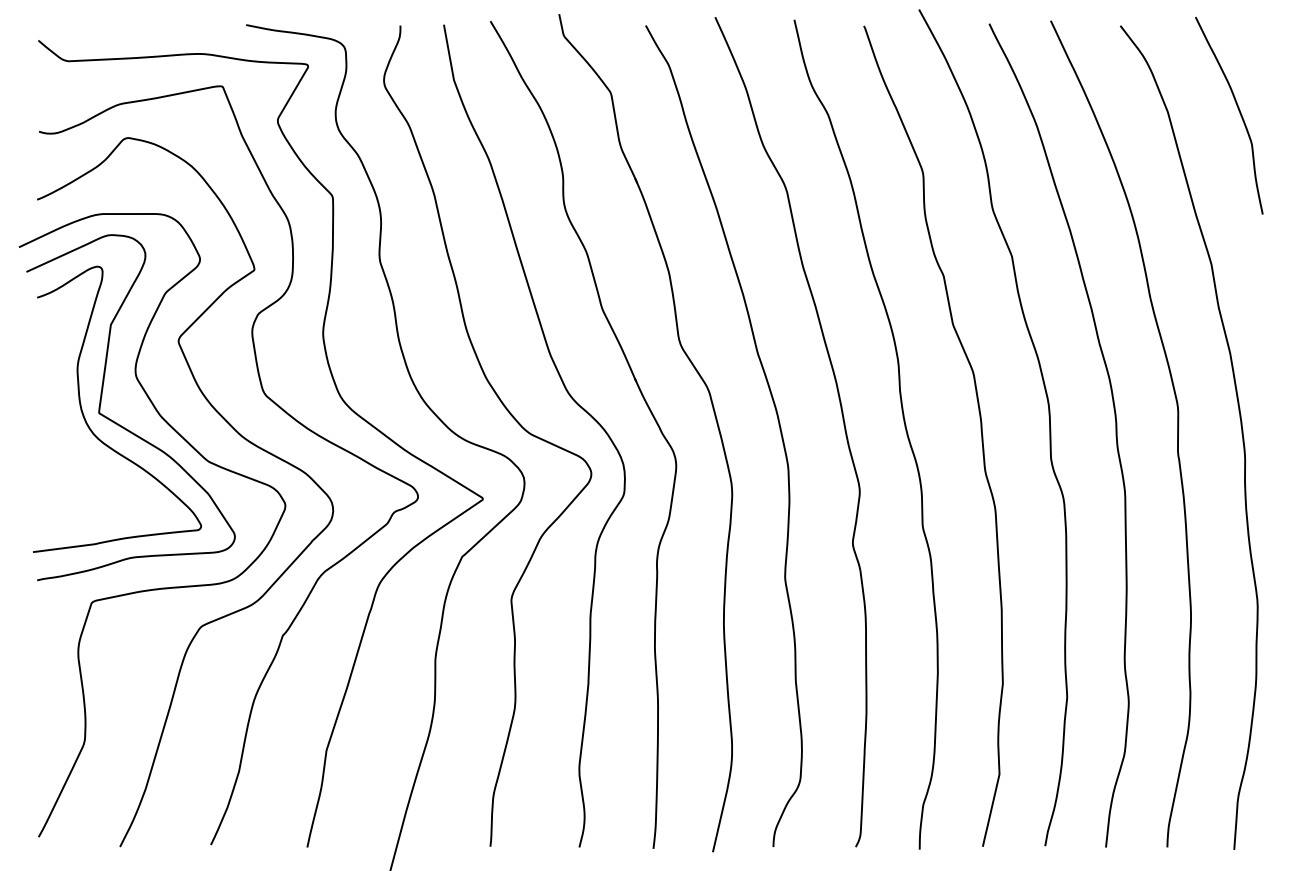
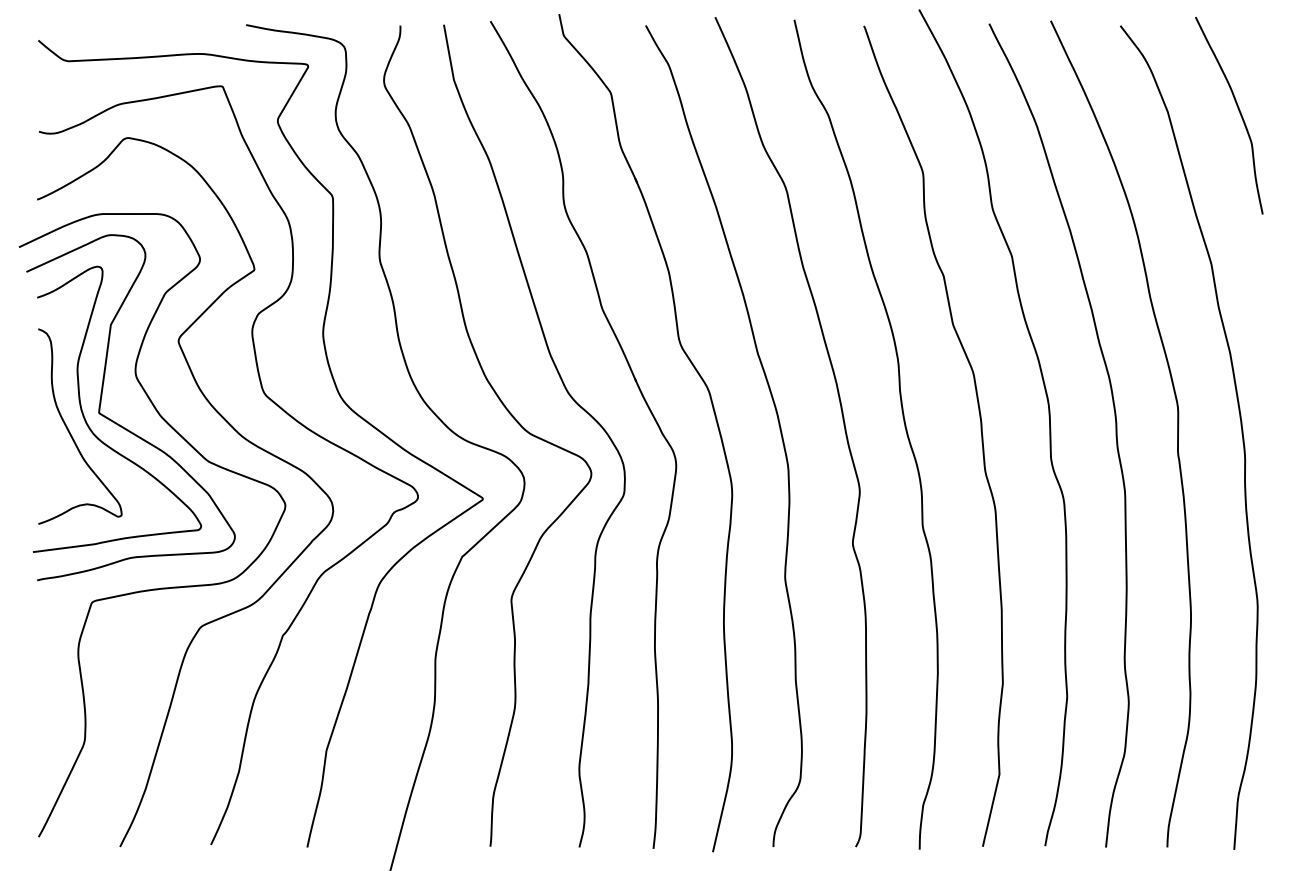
curve at (70, 432): none -> present
